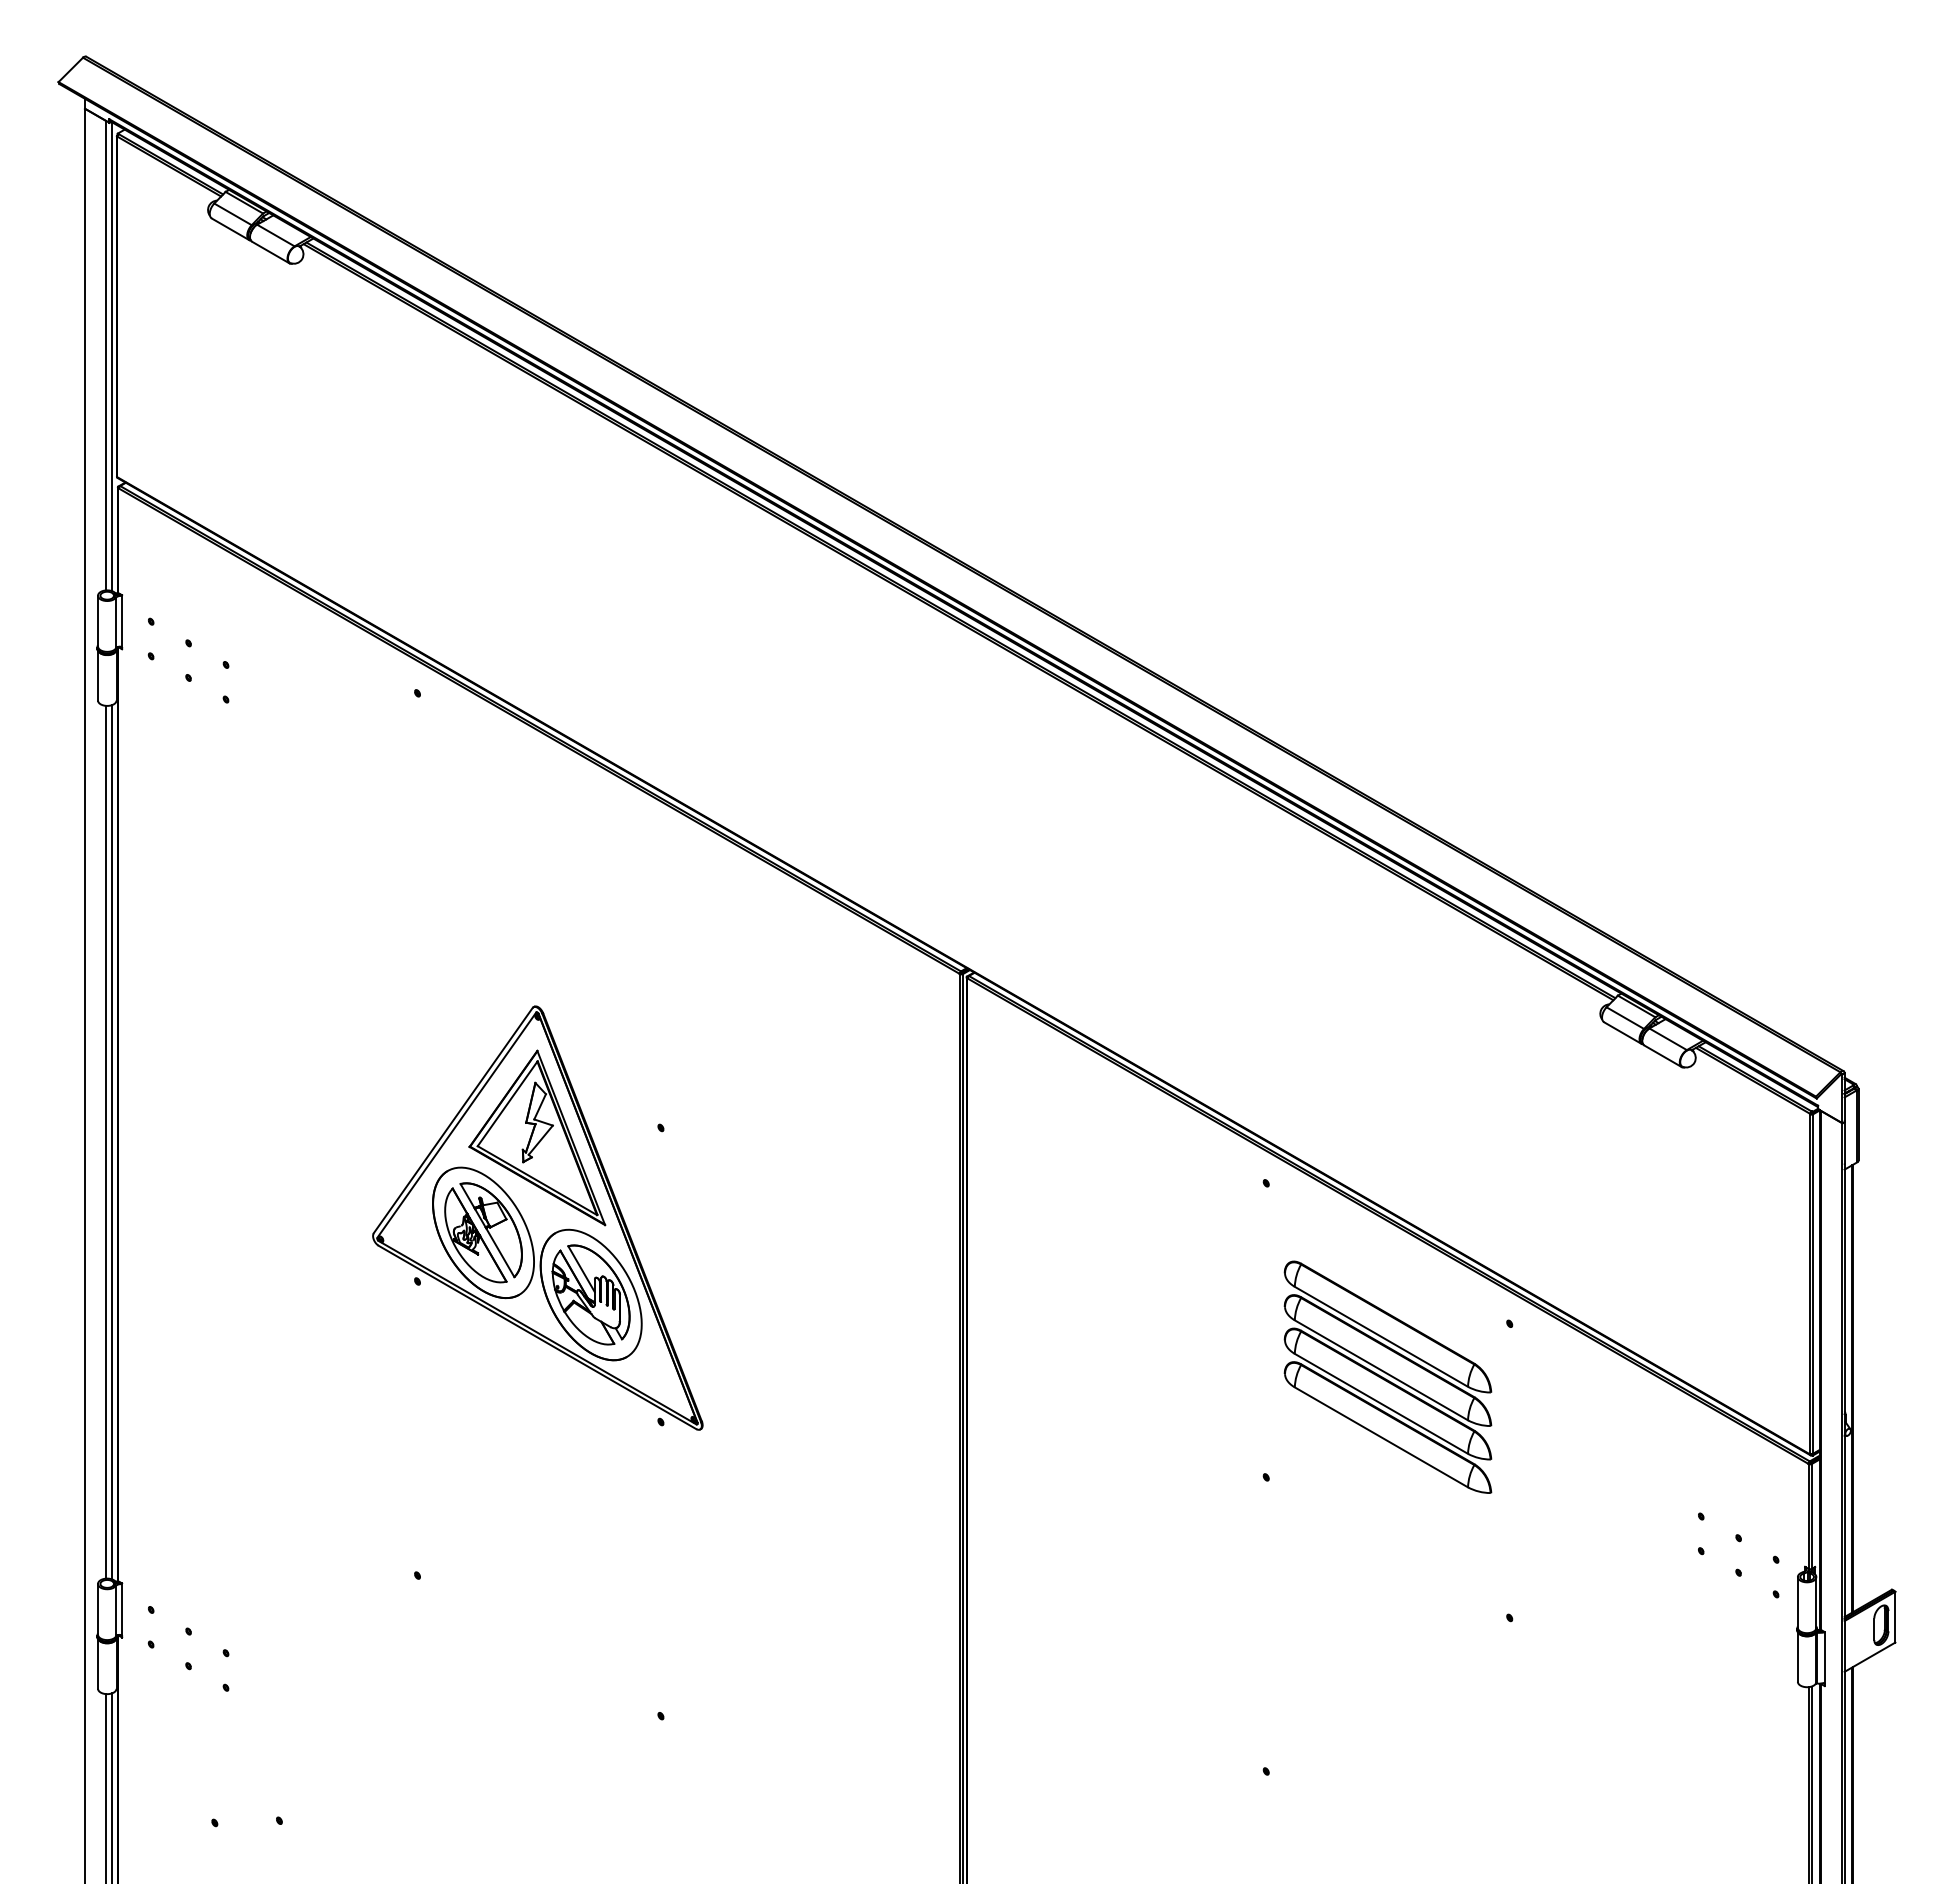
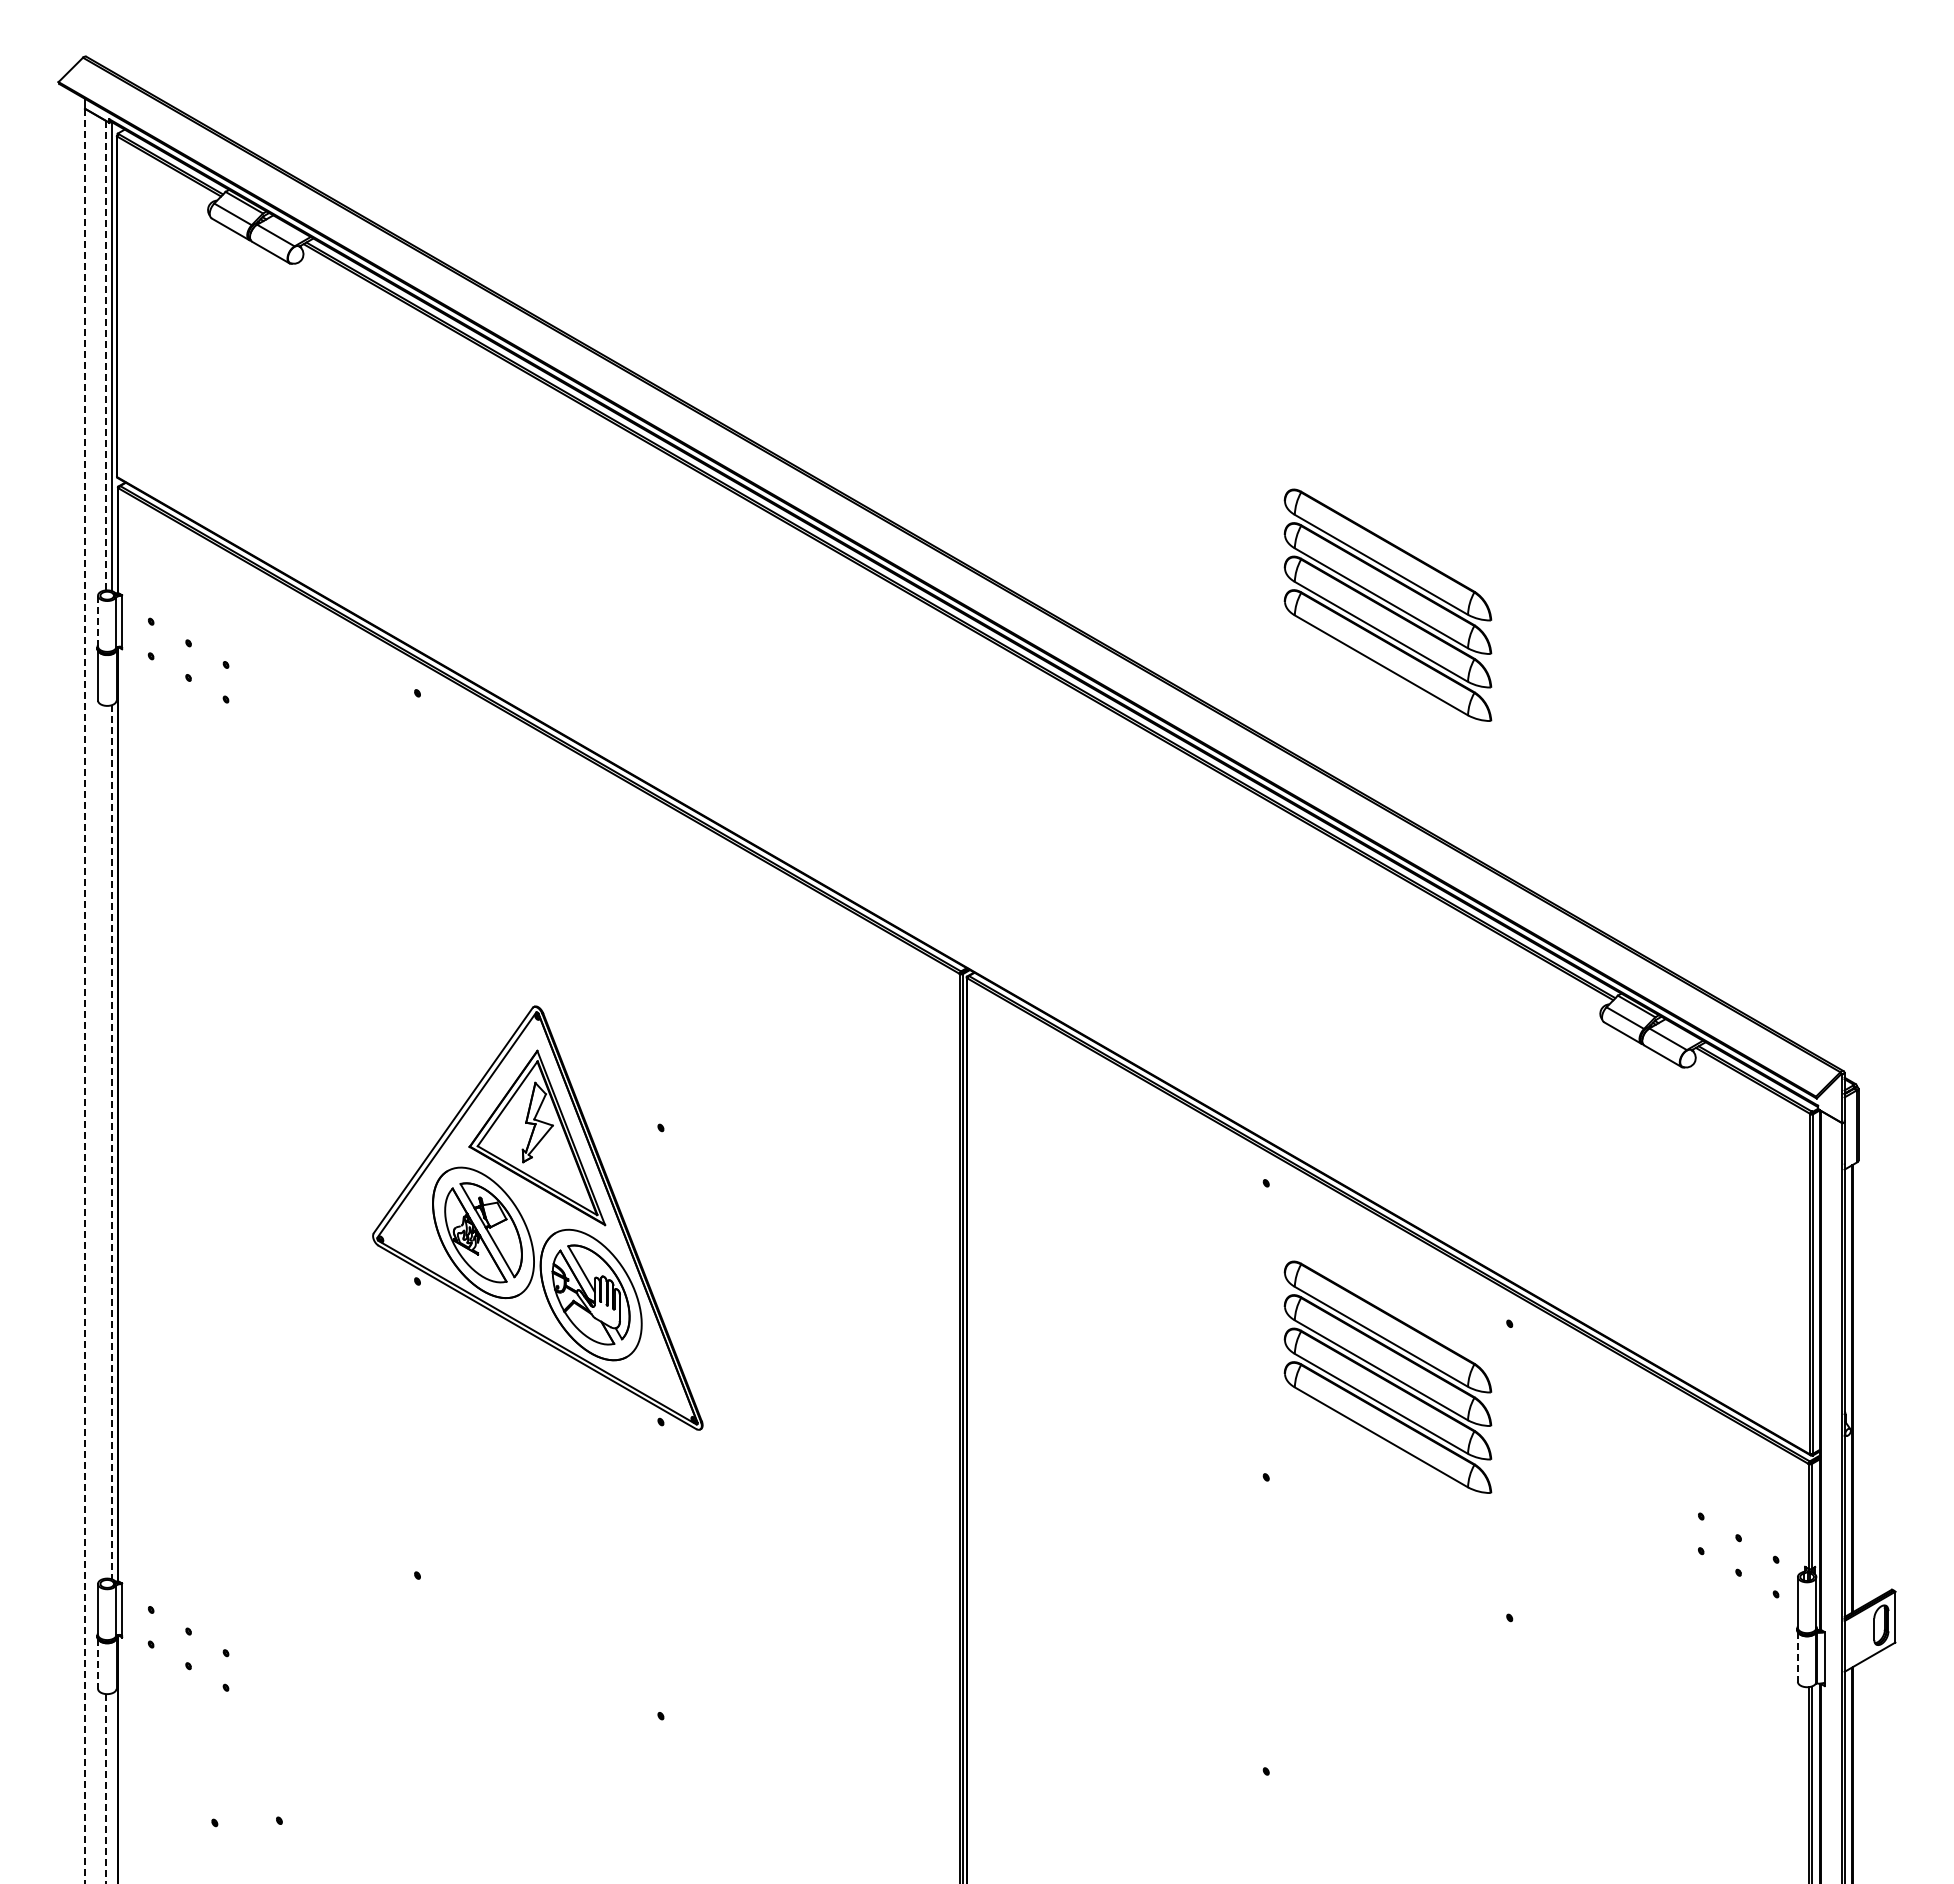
line at (106, 355): solid -> dashed
part at (1387, 604): none -> present
line at (98, 621): solid -> dashed
line at (85, 996): solid -> dashed
line at (106, 1141): present -> none
line at (112, 1142): solid -> dashed
line at (1797, 1657): solid -> dashed
line at (98, 1663): solid -> dashed
line at (112, 1786): present -> none
line at (106, 1789): solid -> dashed
